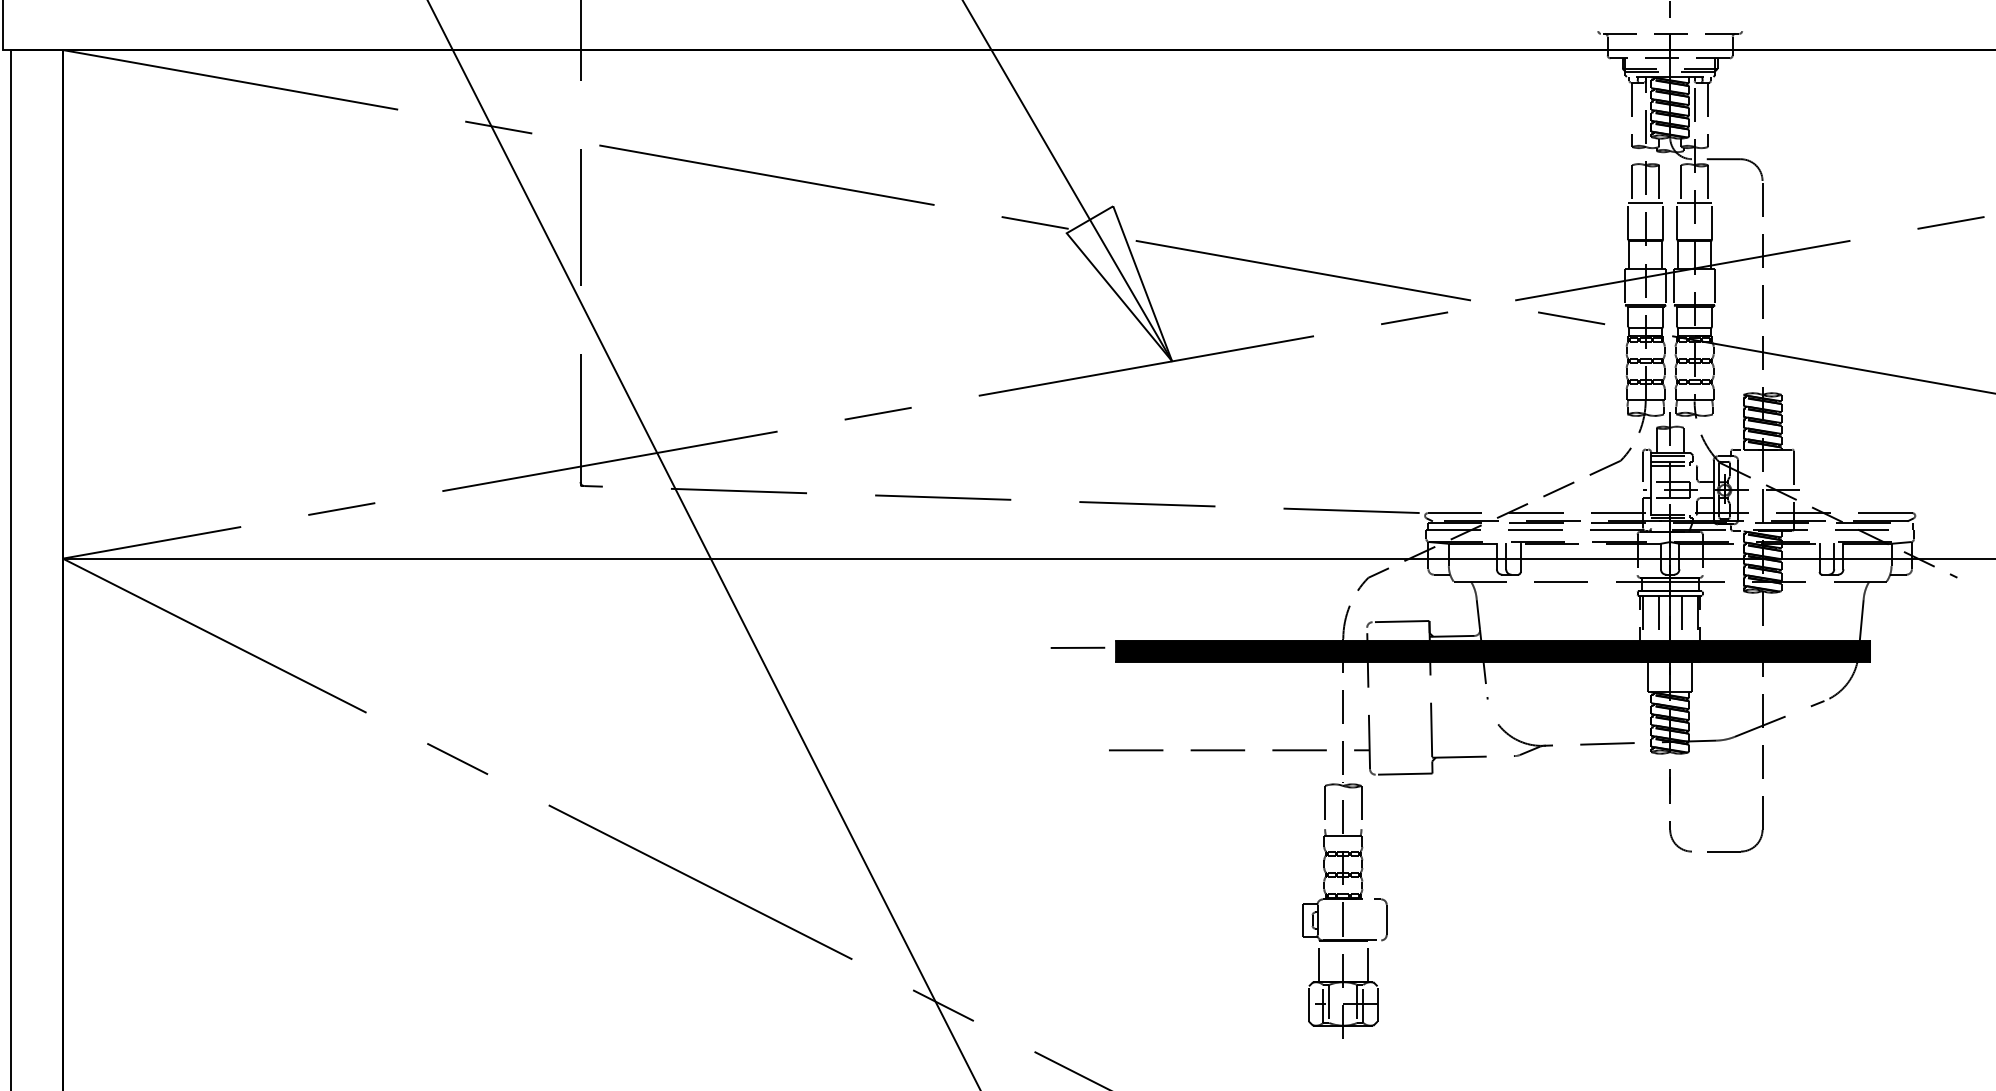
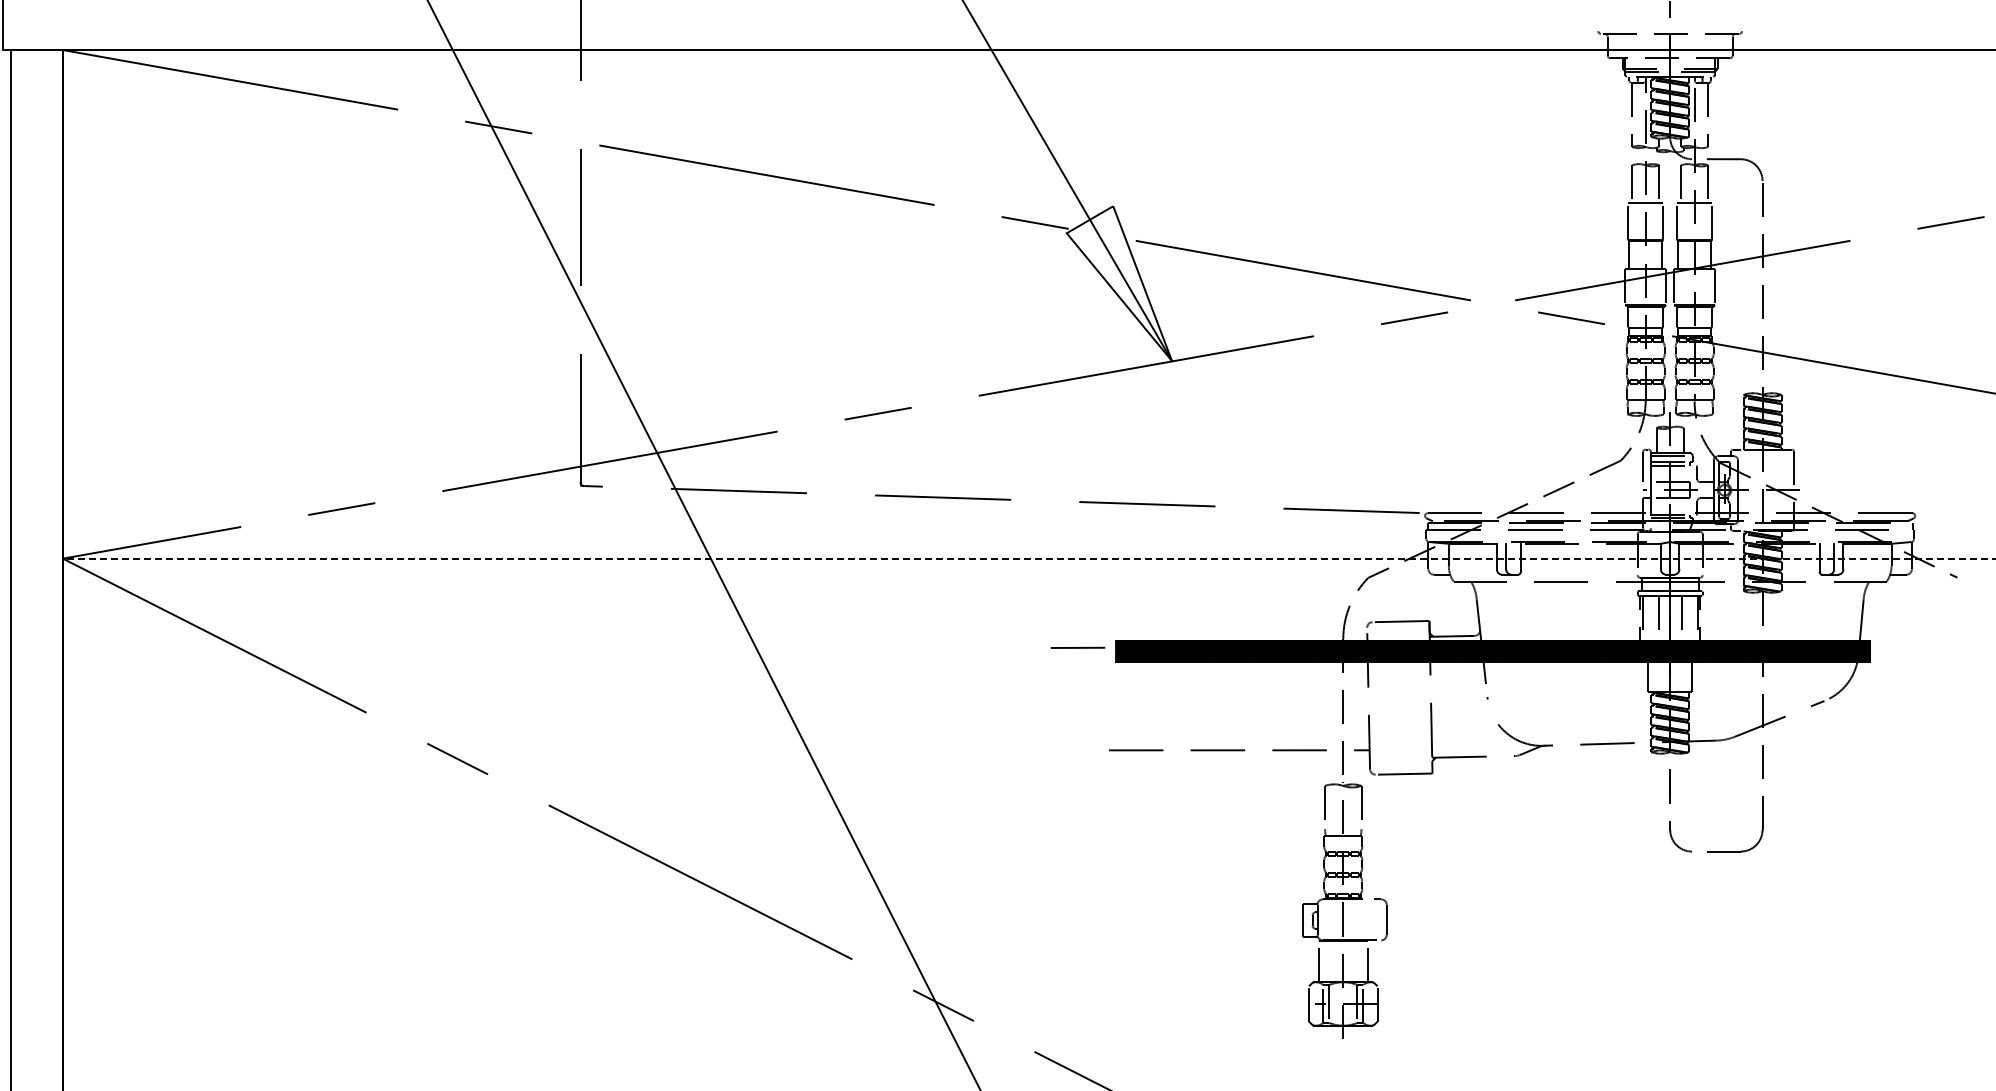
line at (1028, 558): solid -> dashed
